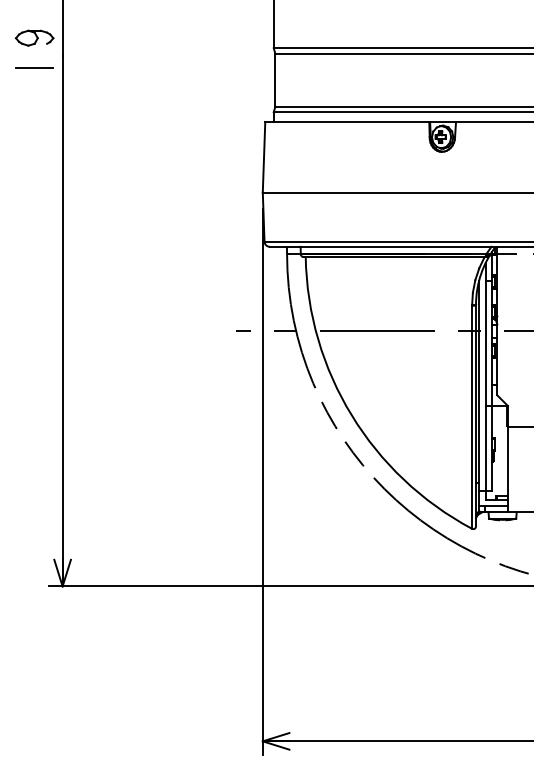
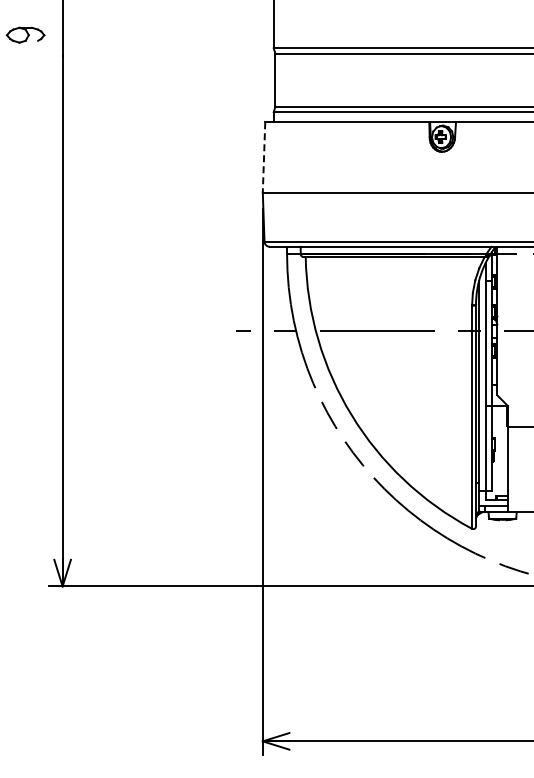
part at (34, 37) position: (34, 37) -> (25, 34)
line at (34, 68): present -> none
line at (264, 157): solid -> dashed
